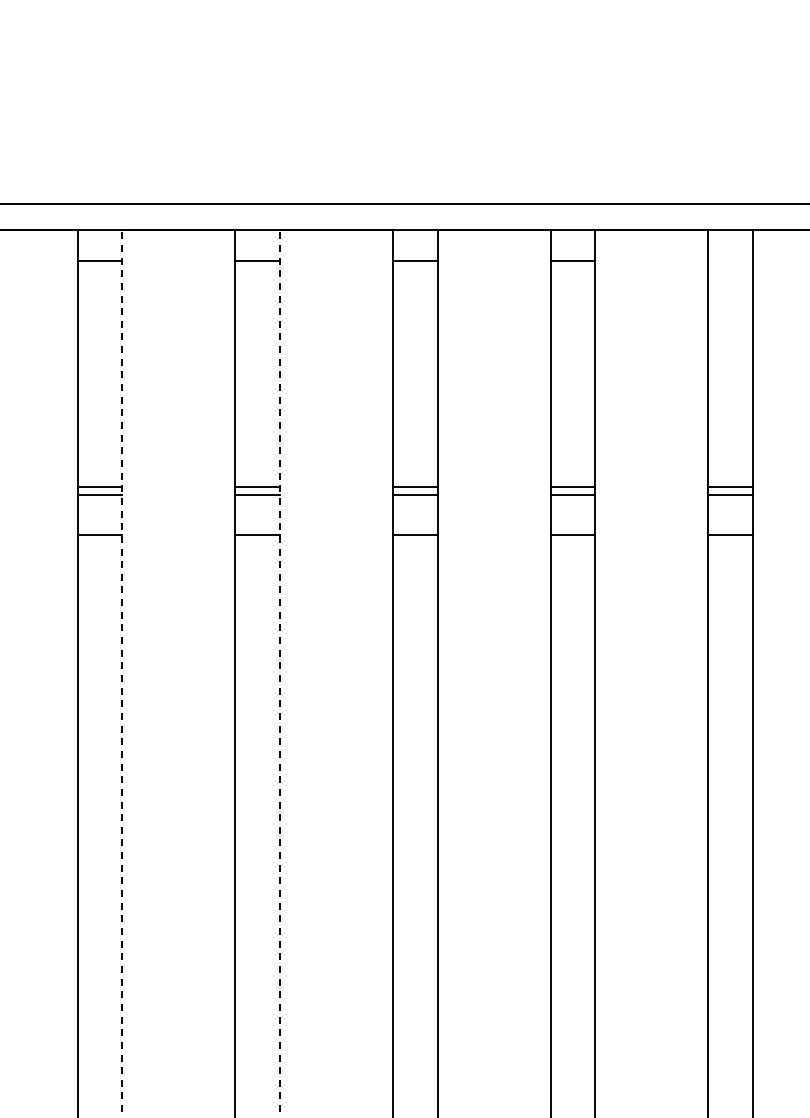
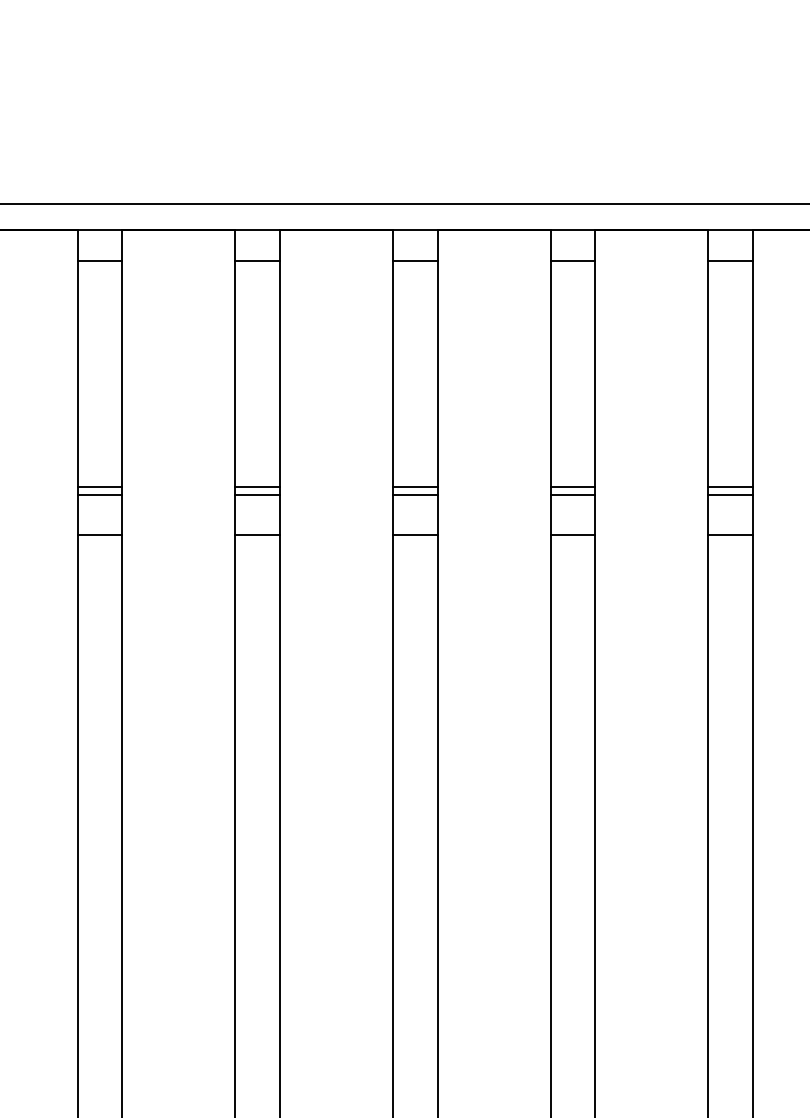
line at (730, 260): none -> present
line at (122, 673): dashed -> solid
line at (279, 673): dashed -> solid
